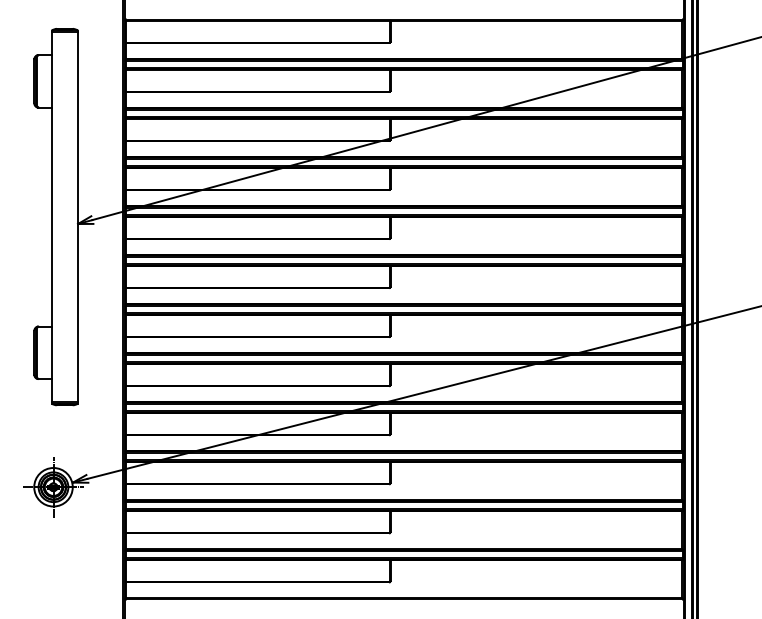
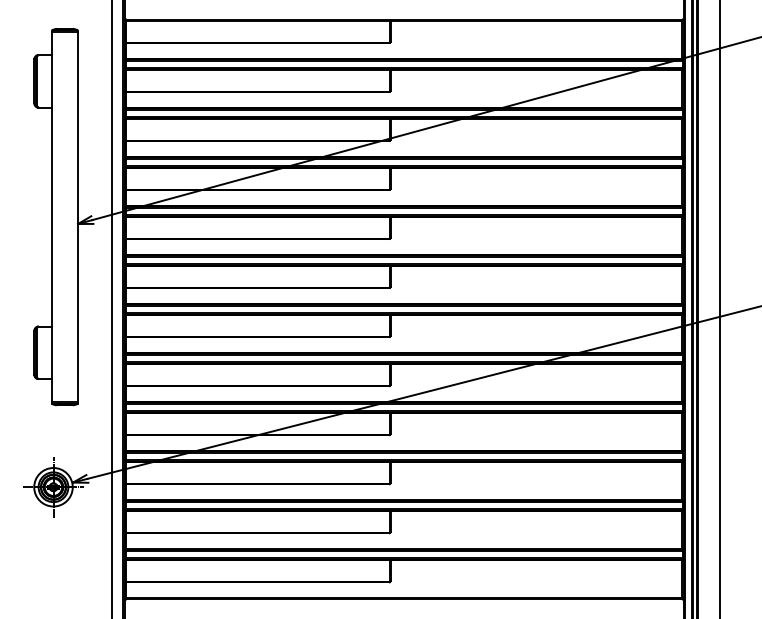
line at (111, 308): none -> present
line at (719, 308): none -> present
